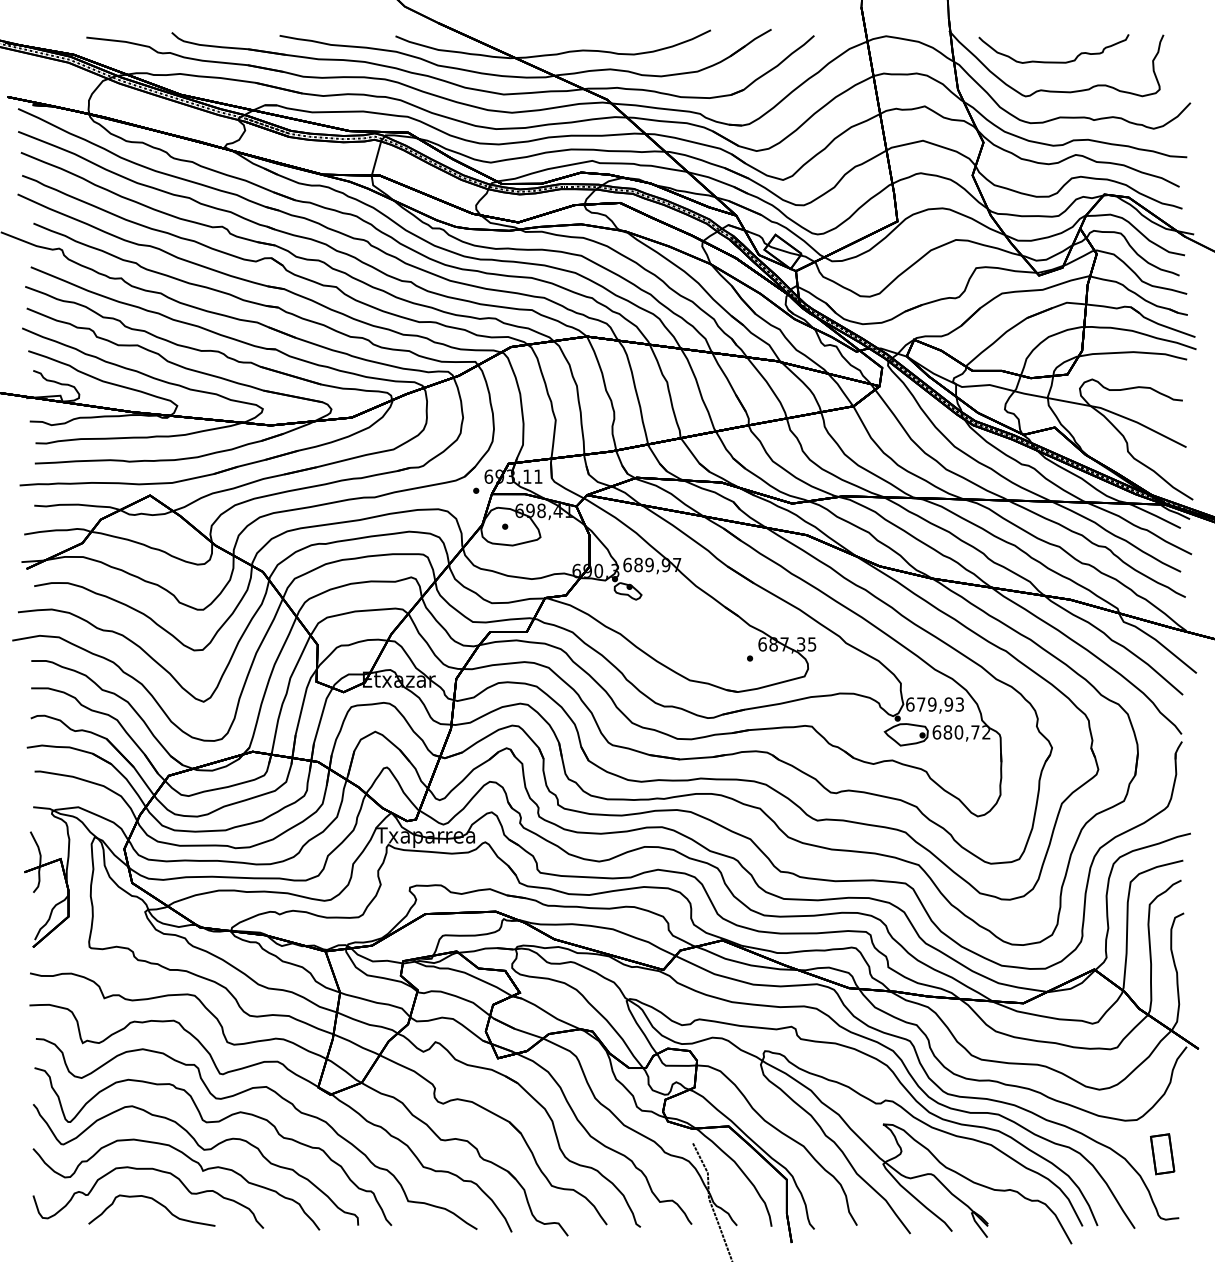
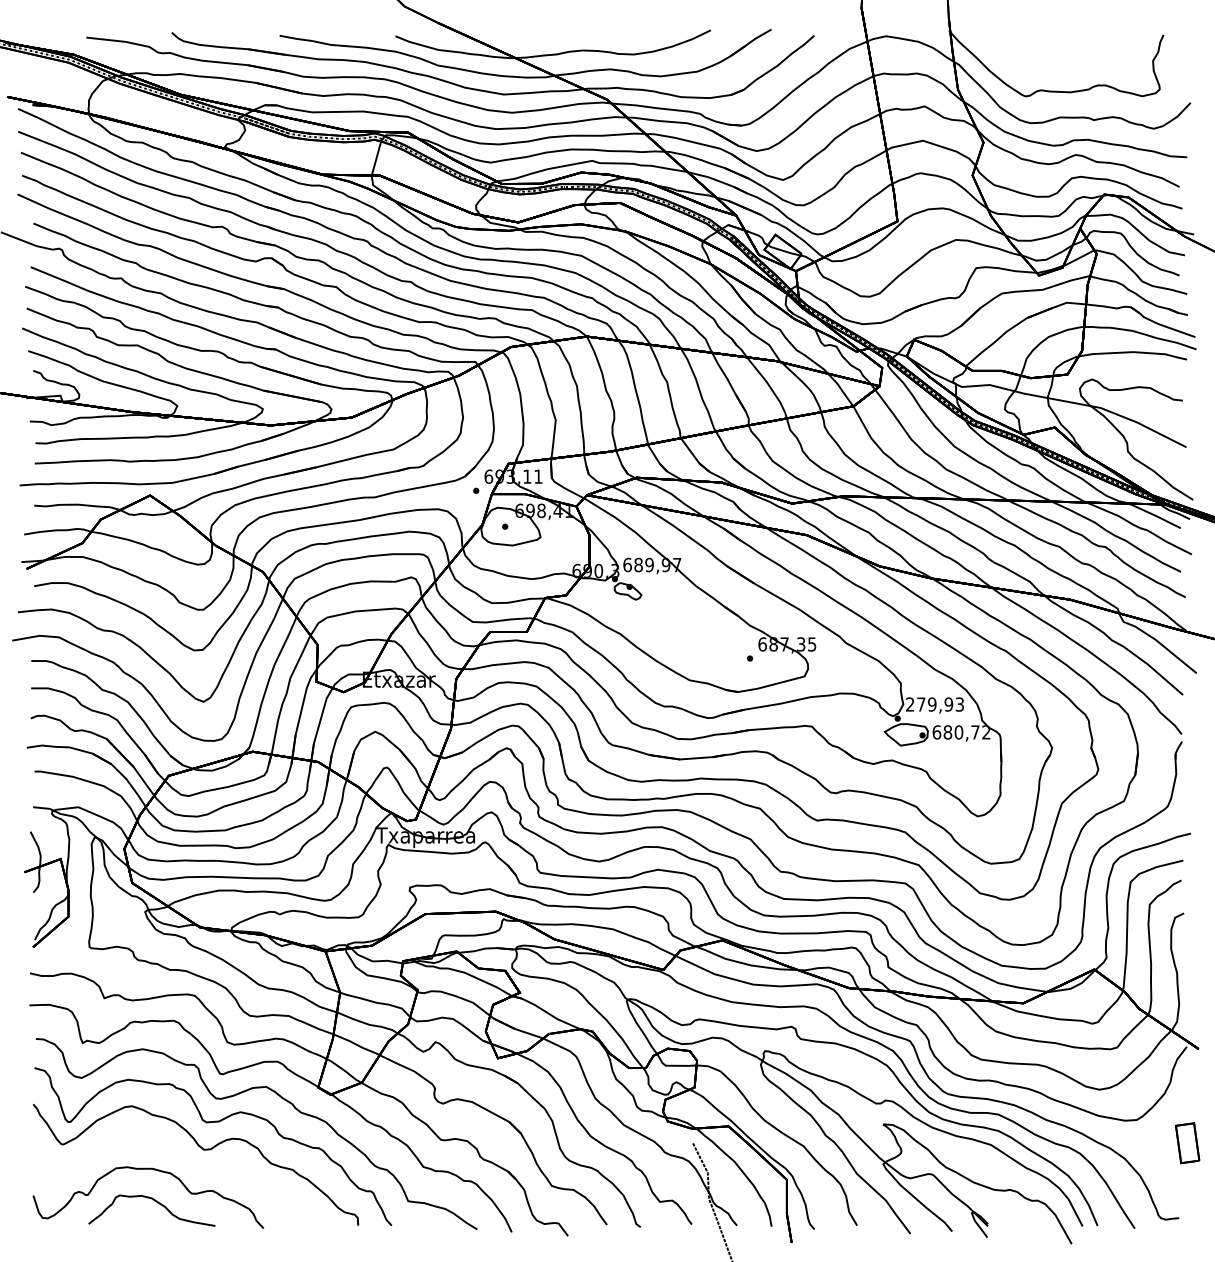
curve at (1053, 61): present -> none
text at (910, 704): 679,93 -> 279,93
part at (1162, 1154) position: (1162, 1154) -> (1187, 1143)
curve at (192, 1161): present -> none
